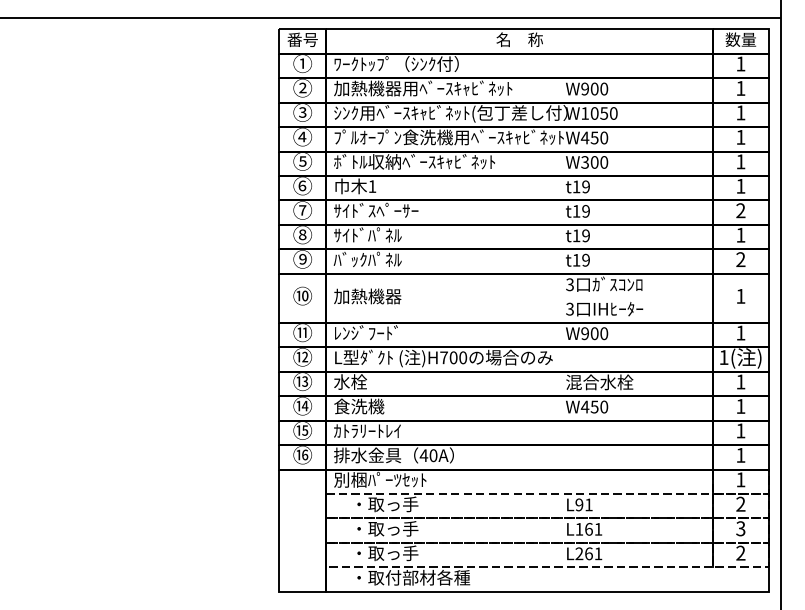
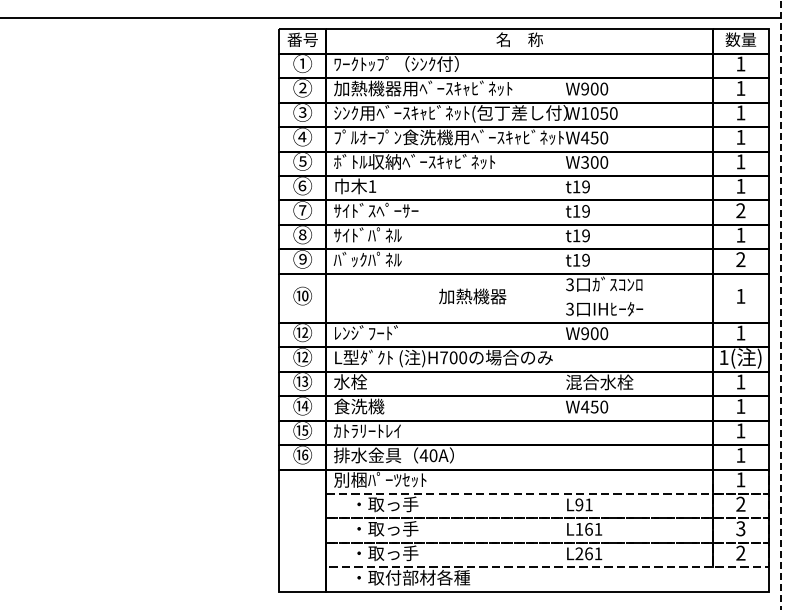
text at (367, 296) position: (367, 296) -> (472, 296)
line at (780, 305): solid -> dashed
text at (302, 332): ⑪ -> ⑫
